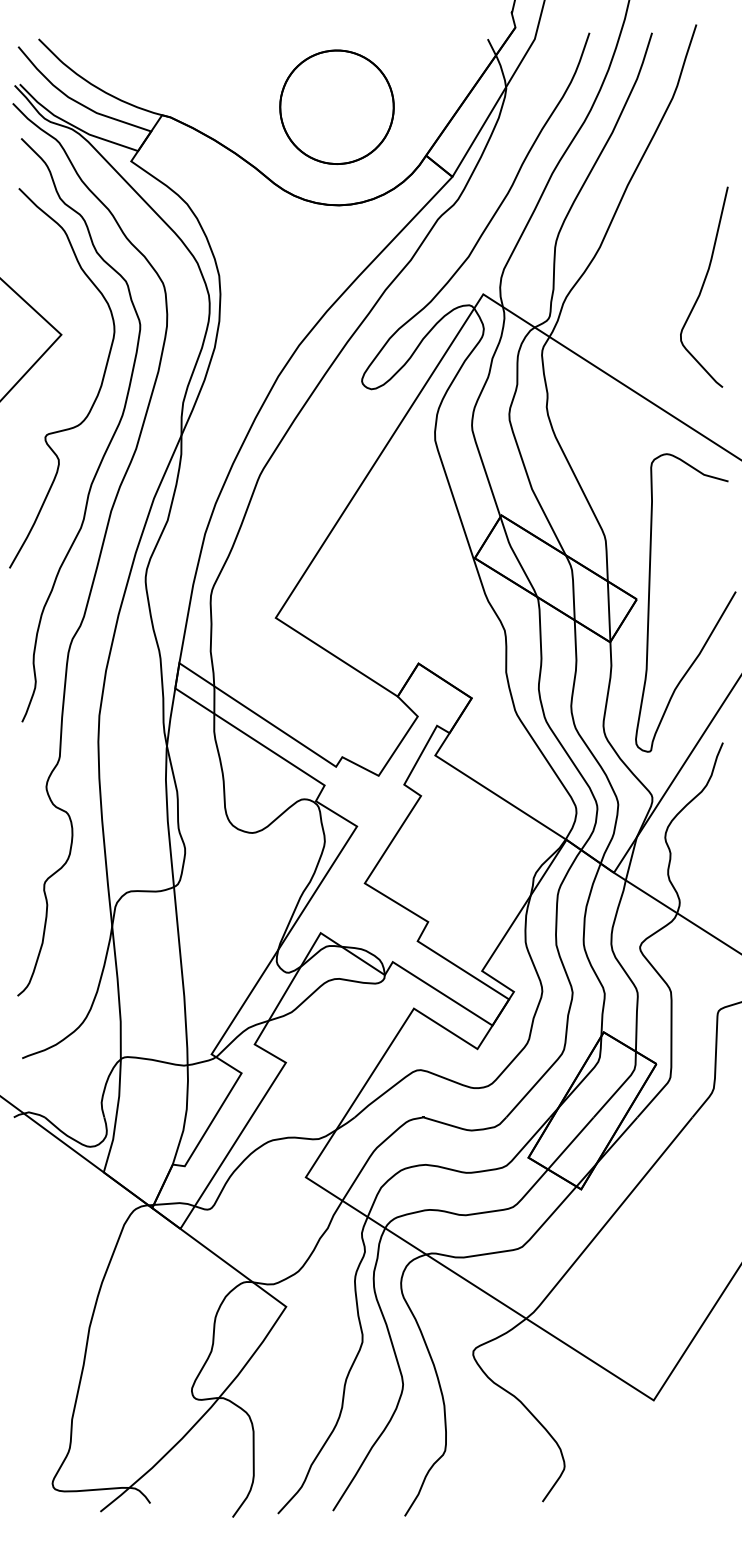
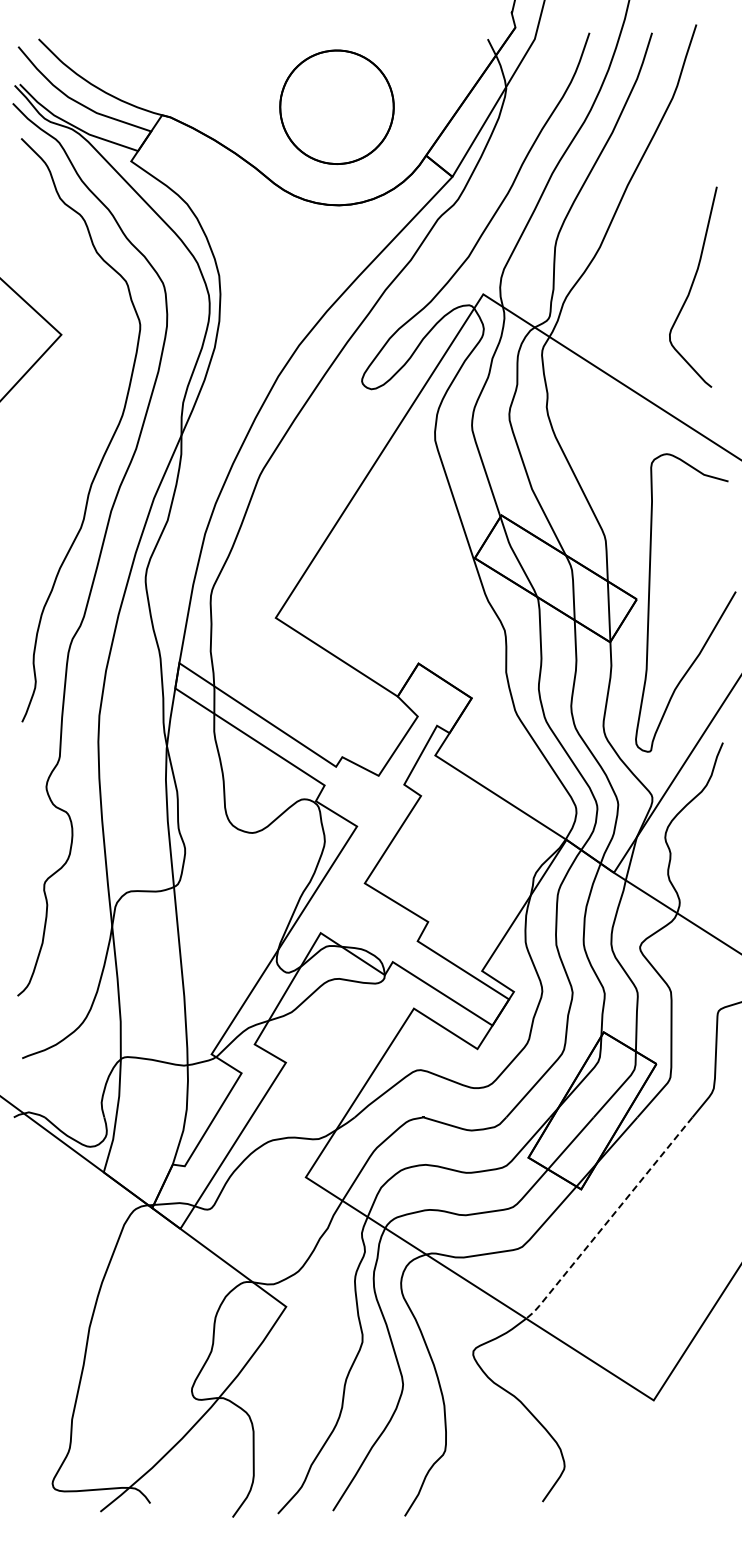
curve at (703, 286) position: (703, 286) -> (692, 286)
curve at (97, 392): present -> none
line at (609, 1219): solid -> dashed
